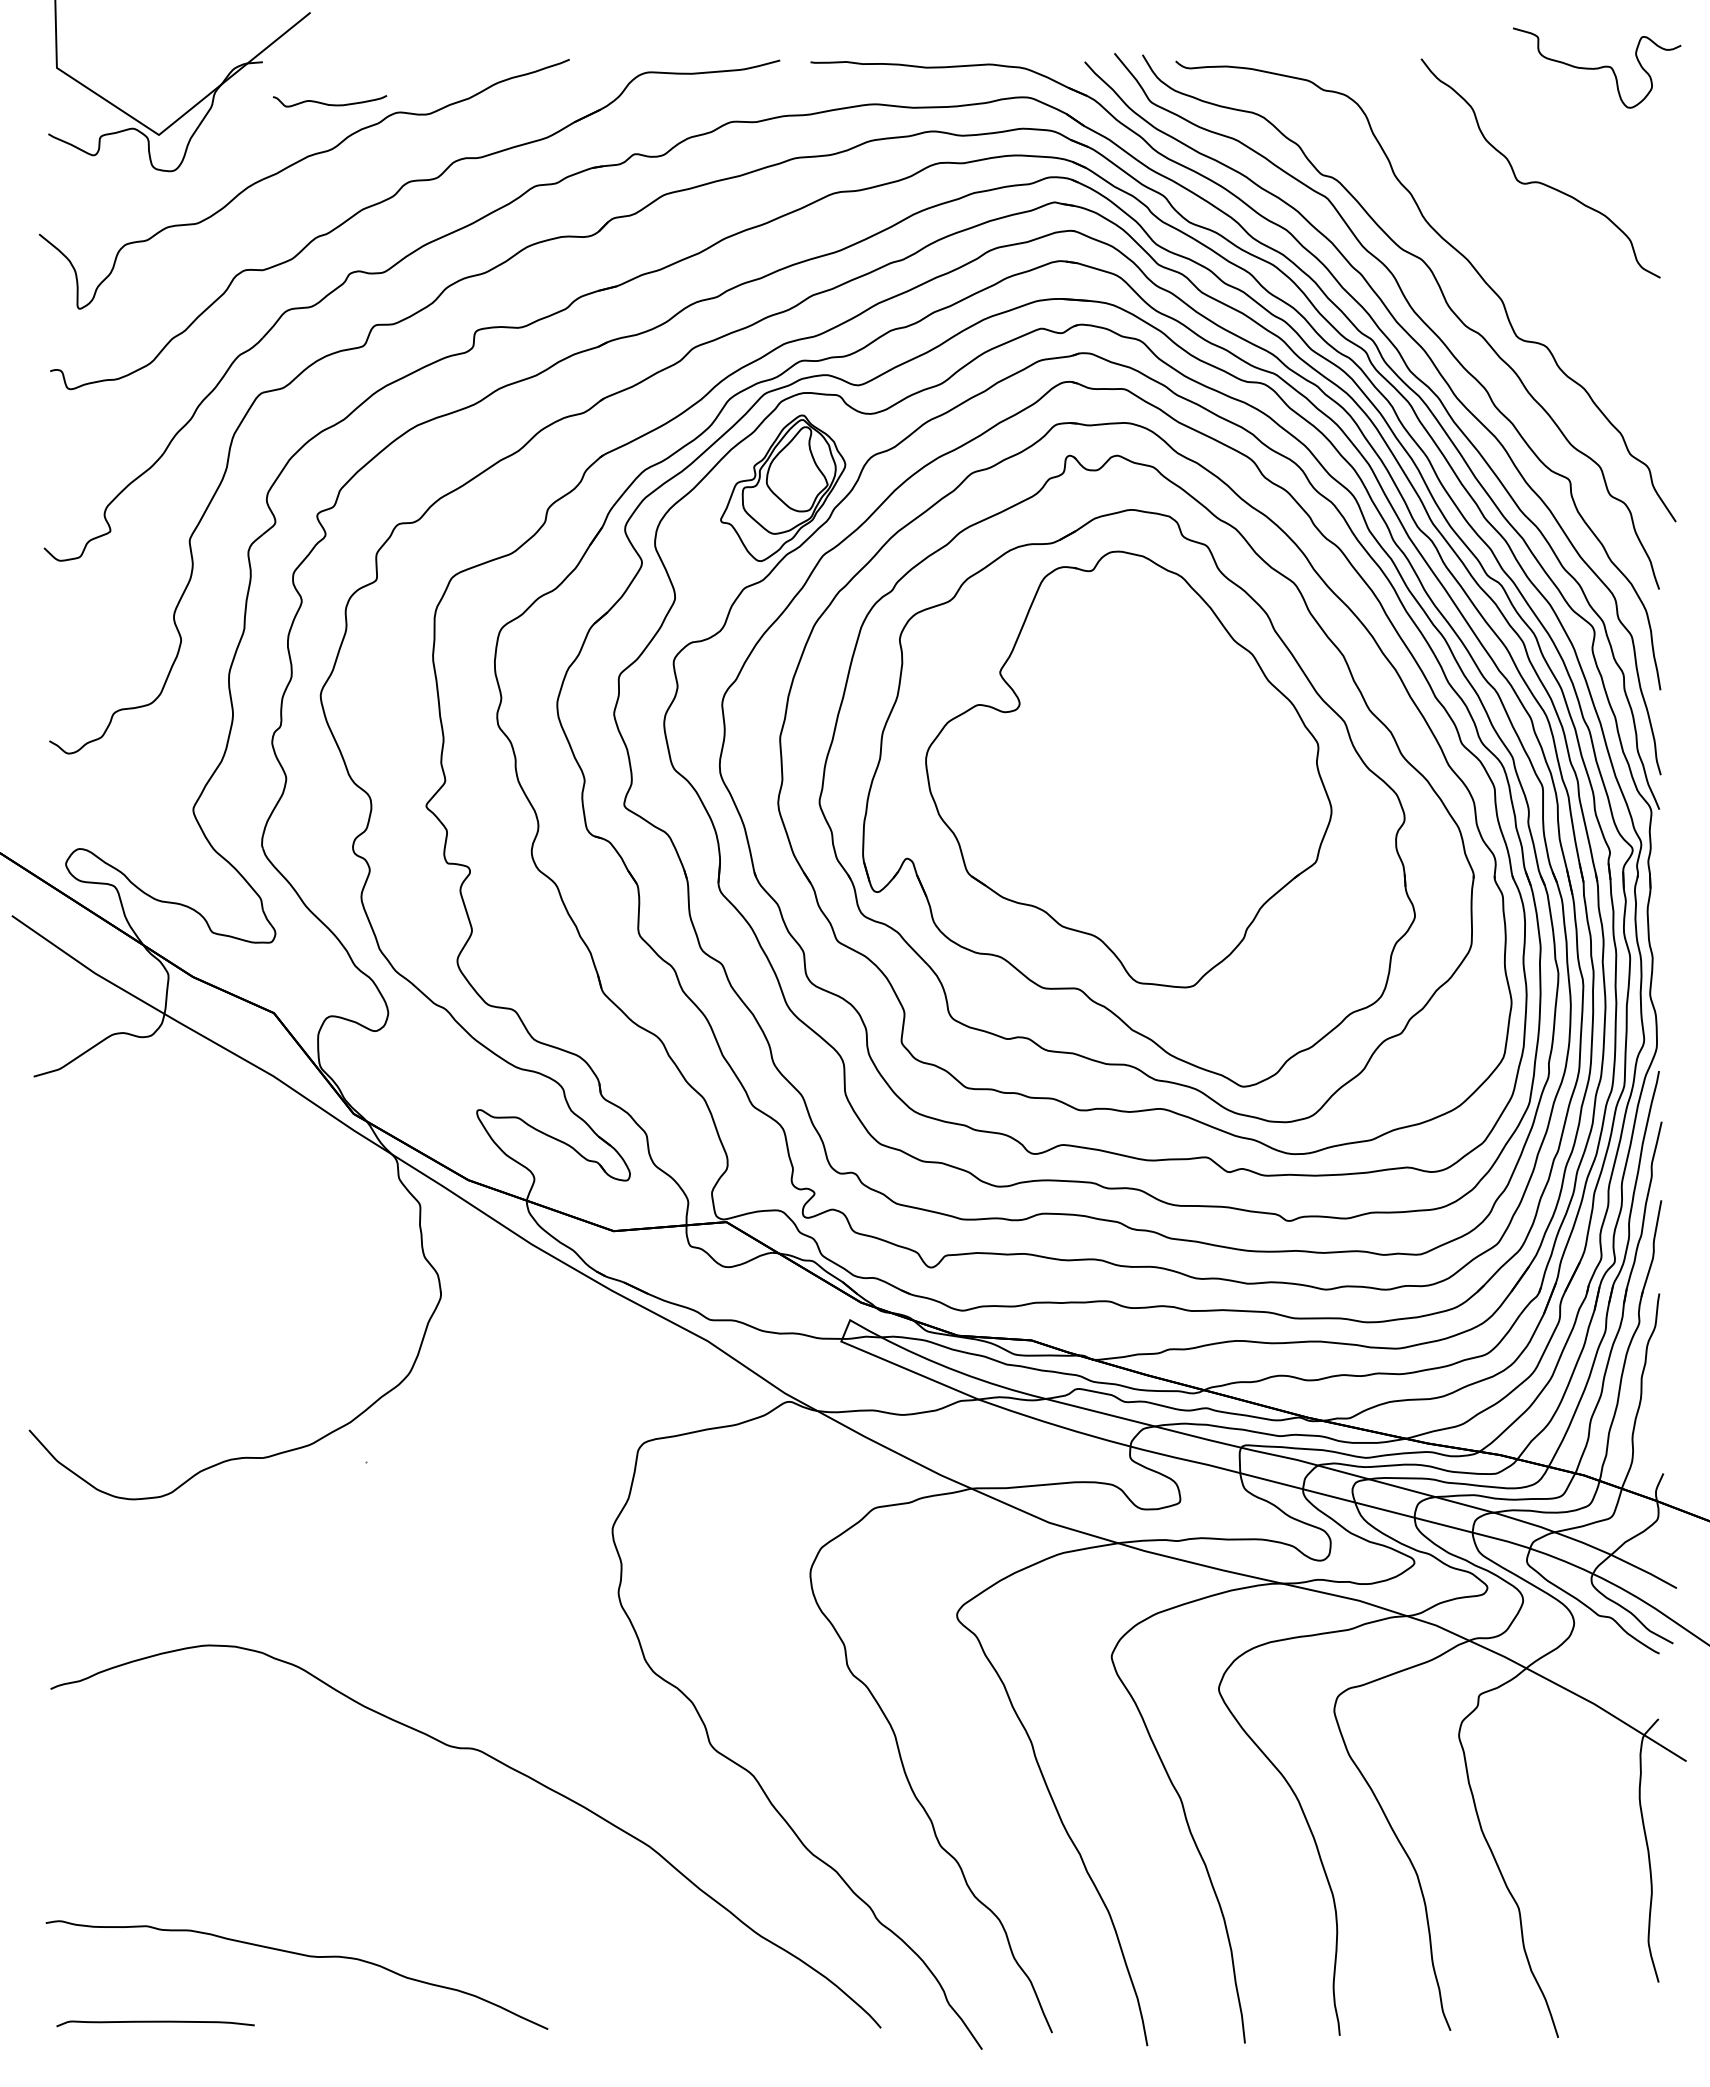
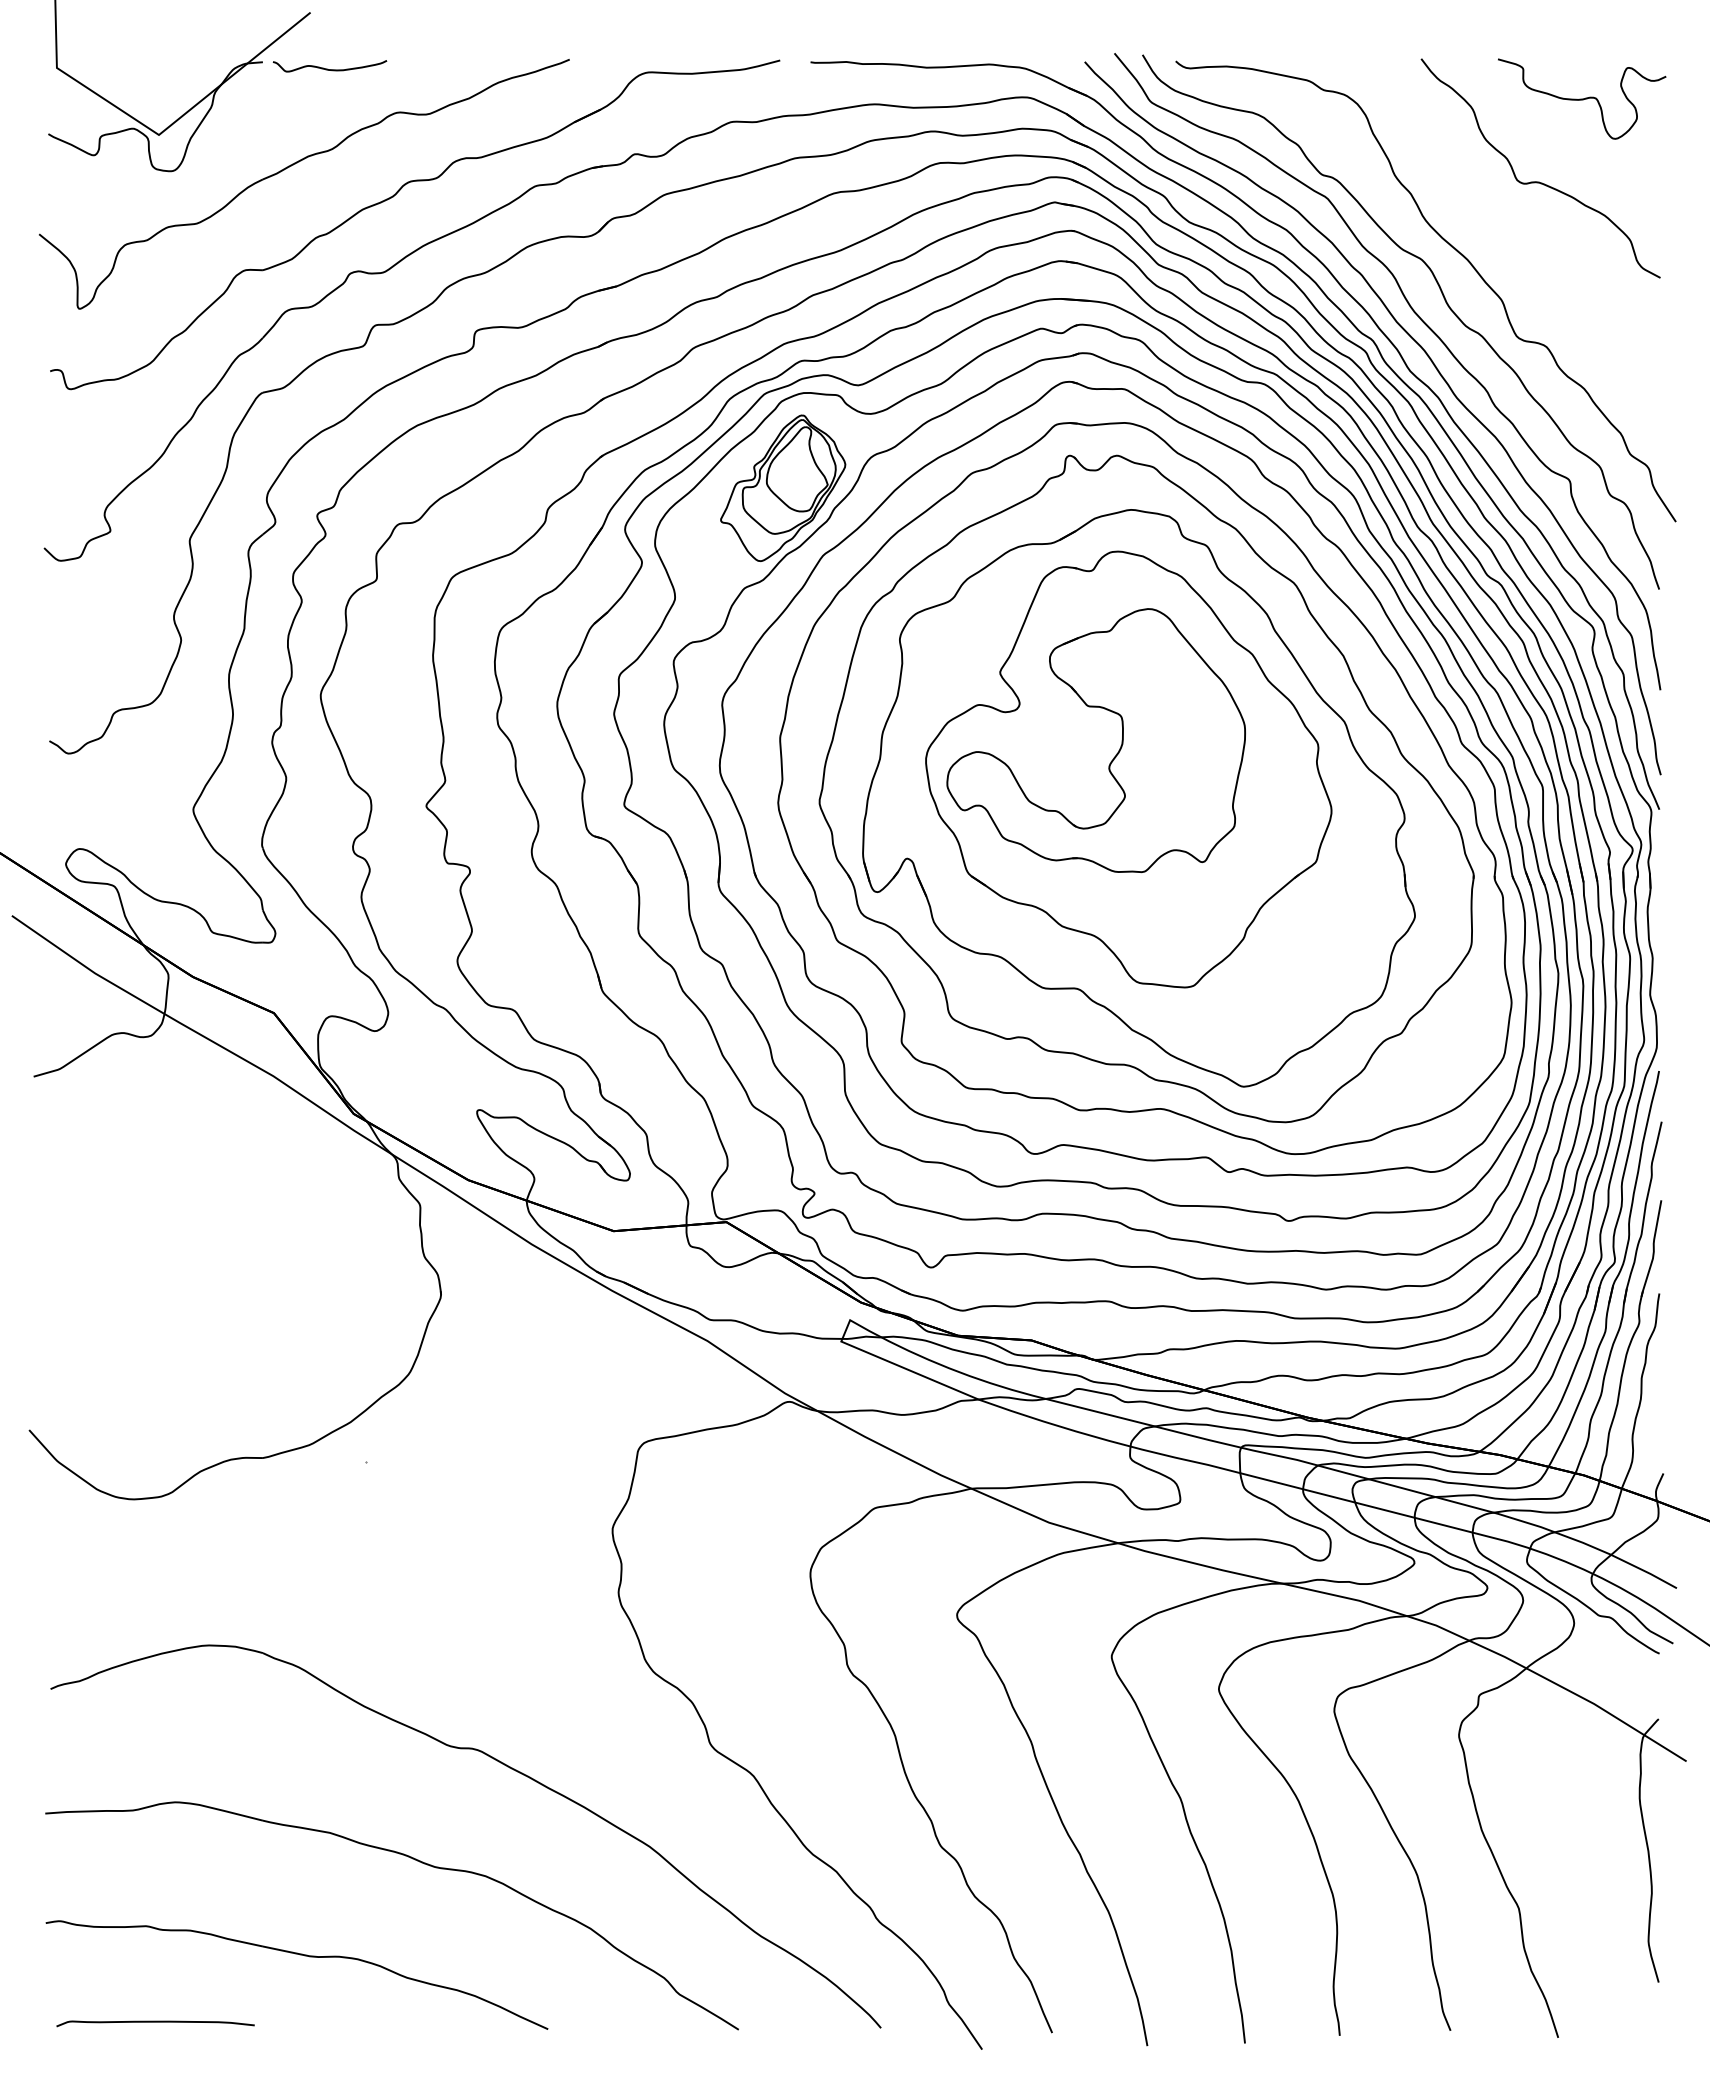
curve at (1597, 67) position: (1597, 67) -> (1582, 98)
curve at (330, 104) position: (330, 104) -> (330, 69)
part at (1116, 753): none -> present
part at (412, 1859): none -> present
